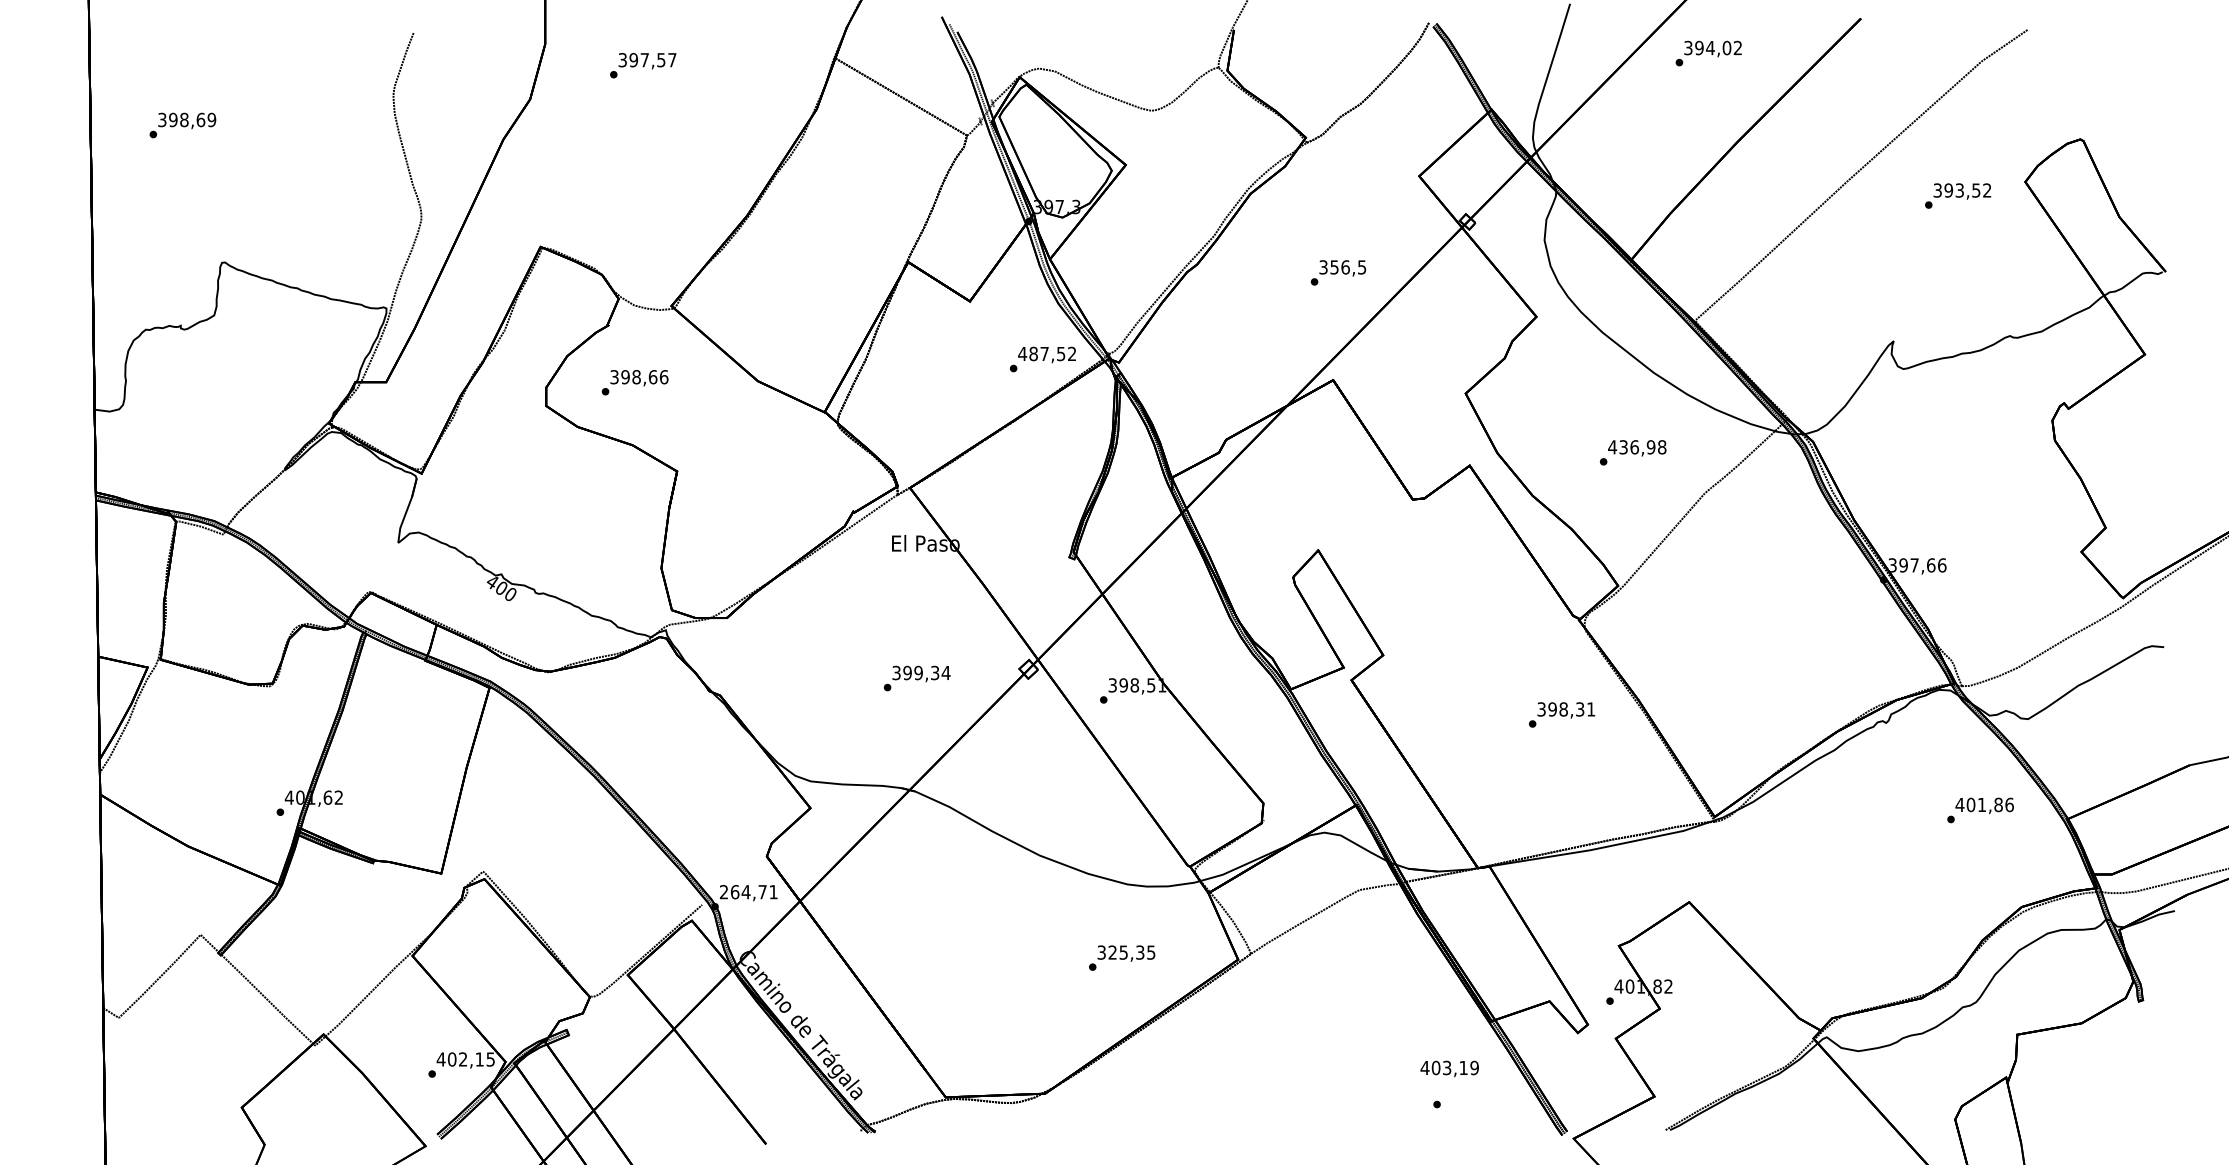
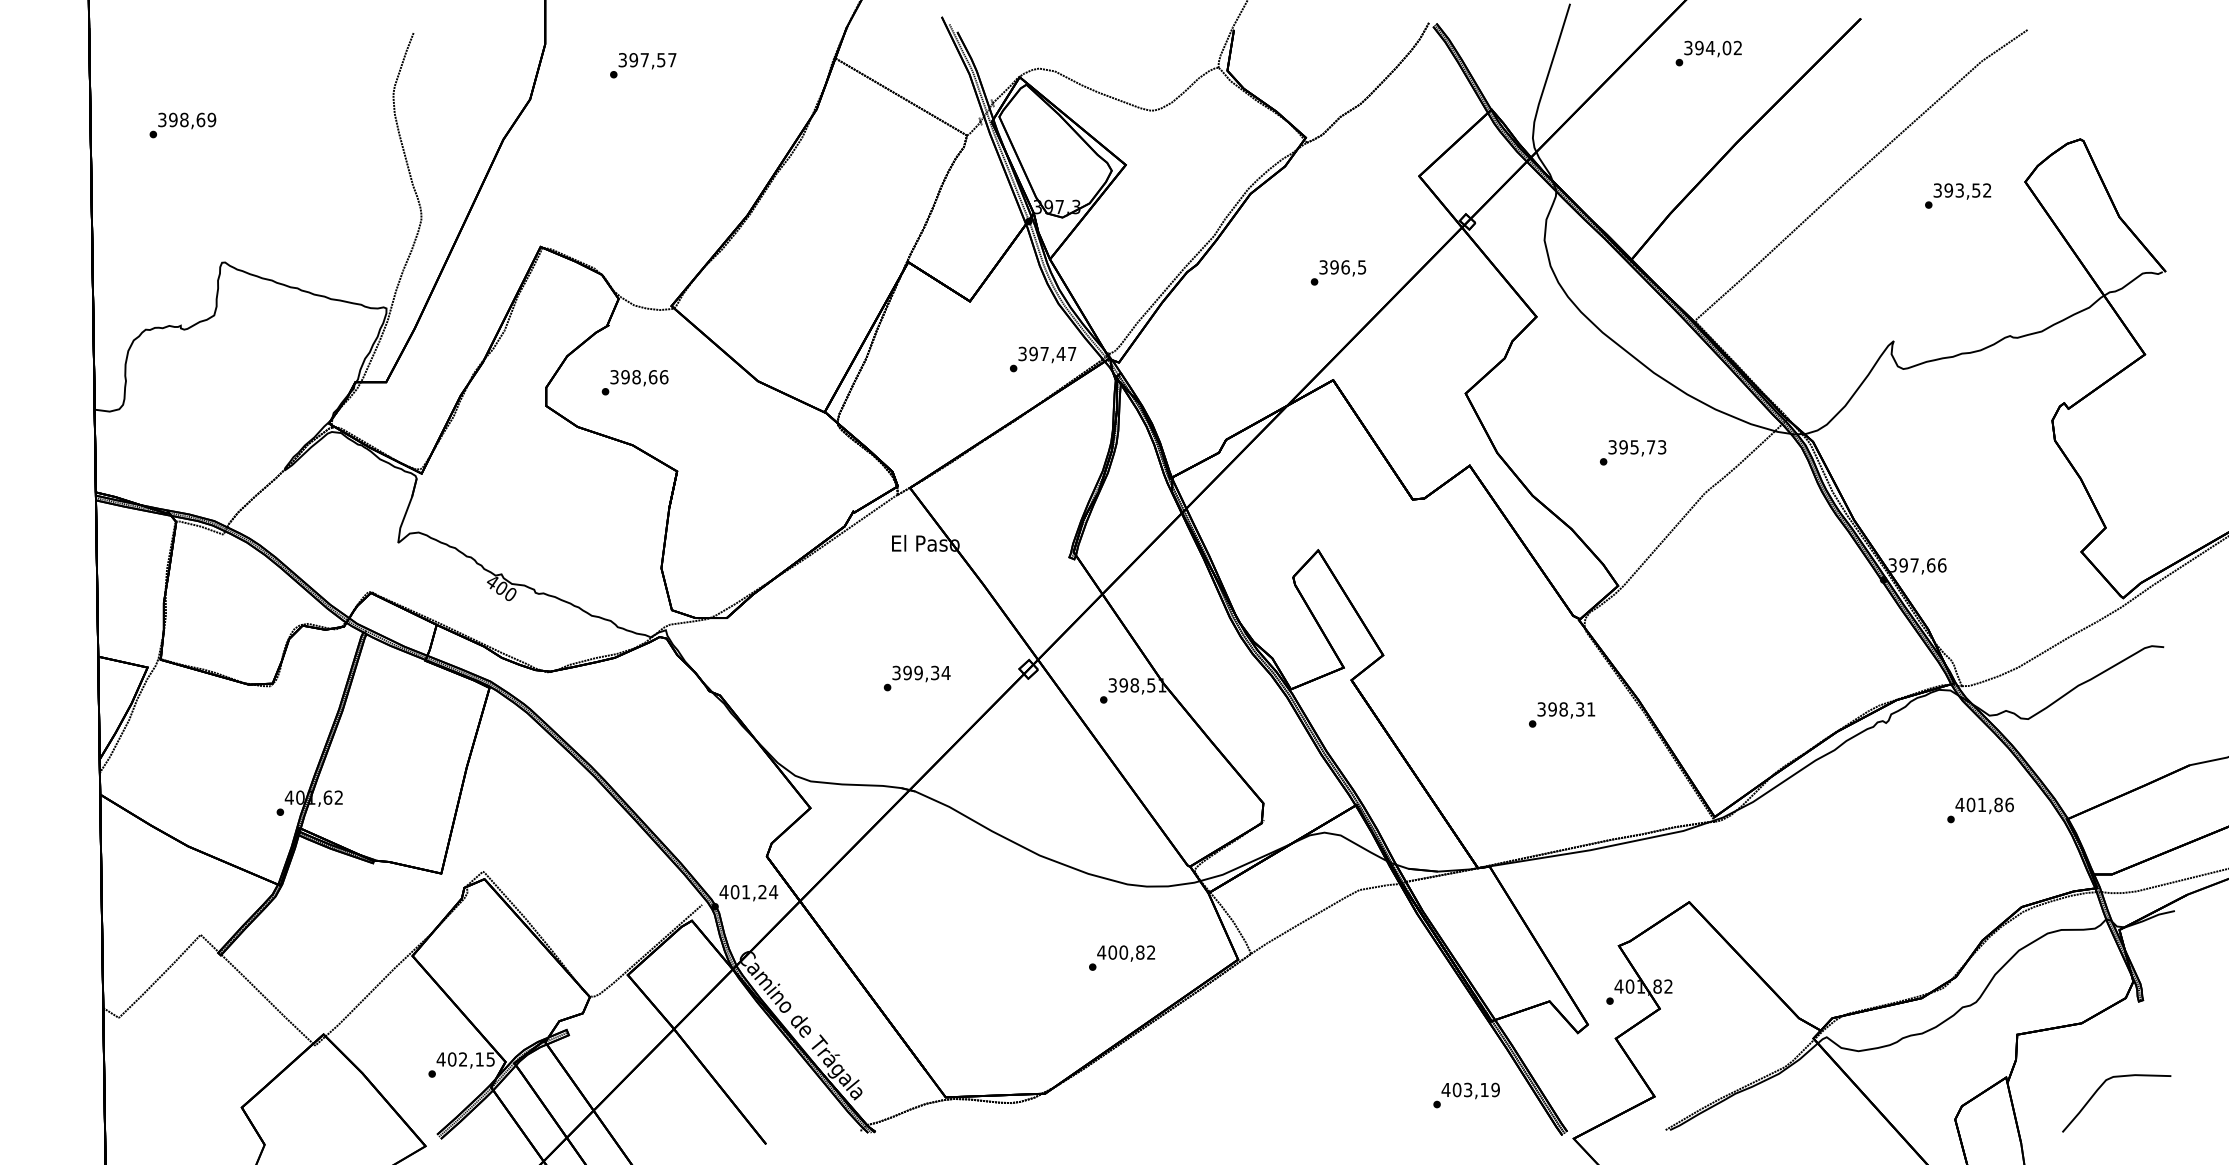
text at (1334, 267): 356,5 -> 396,5
text at (1047, 353): 487,52 -> 397,47
text at (1637, 447): 436,98 -> 395,73
text at (748, 892): 264,71 -> 401,24
text at (1126, 952): 325,35 -> 400,82
text at (1449, 1068) position: (1449, 1068) -> (1470, 1090)
curve at (2100, 1088): none -> present
